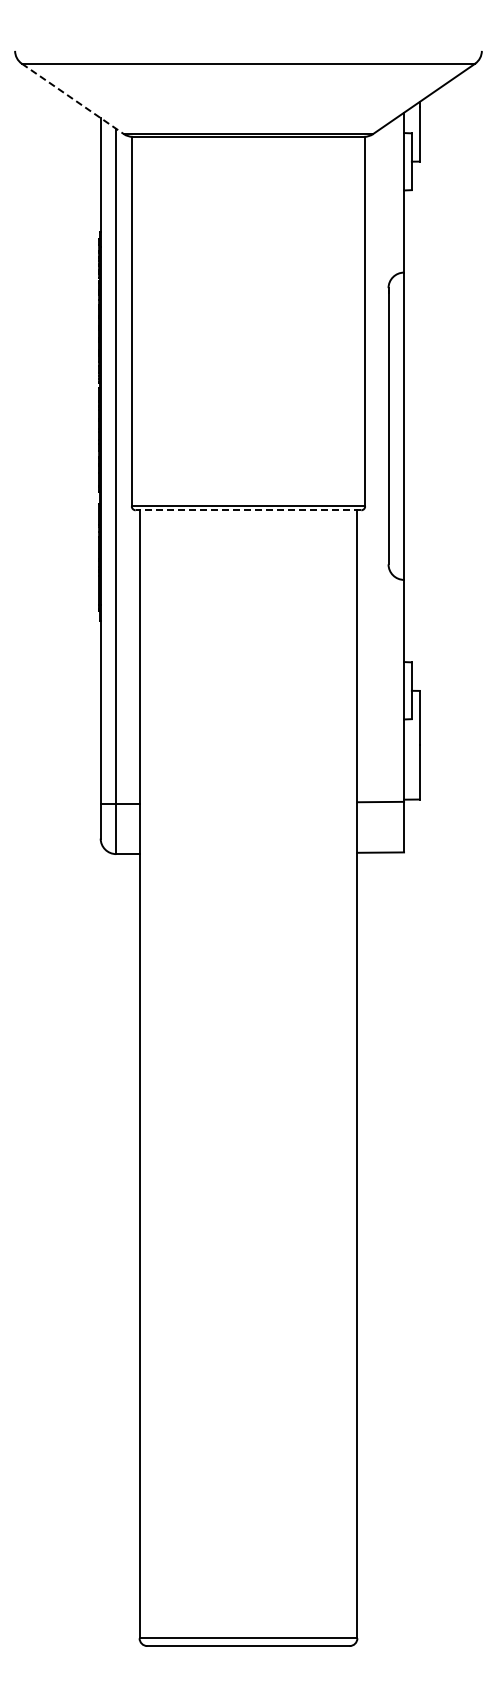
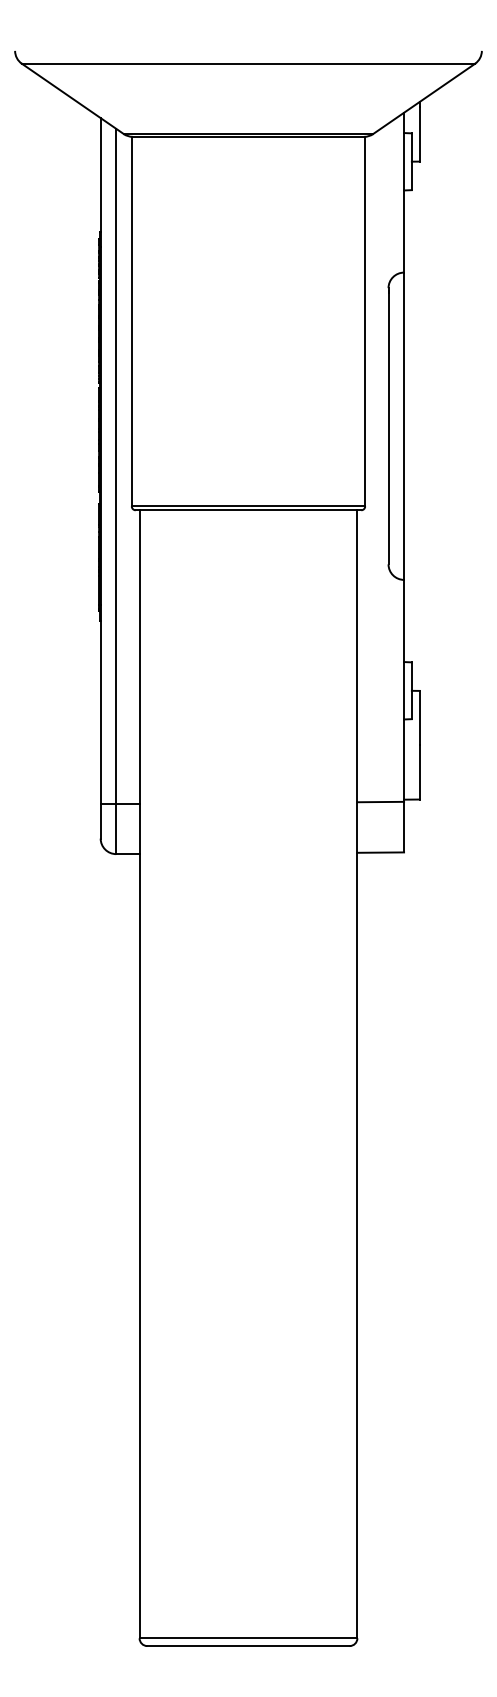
line at (72, 98): dashed -> solid
line at (248, 510): dashed -> solid
